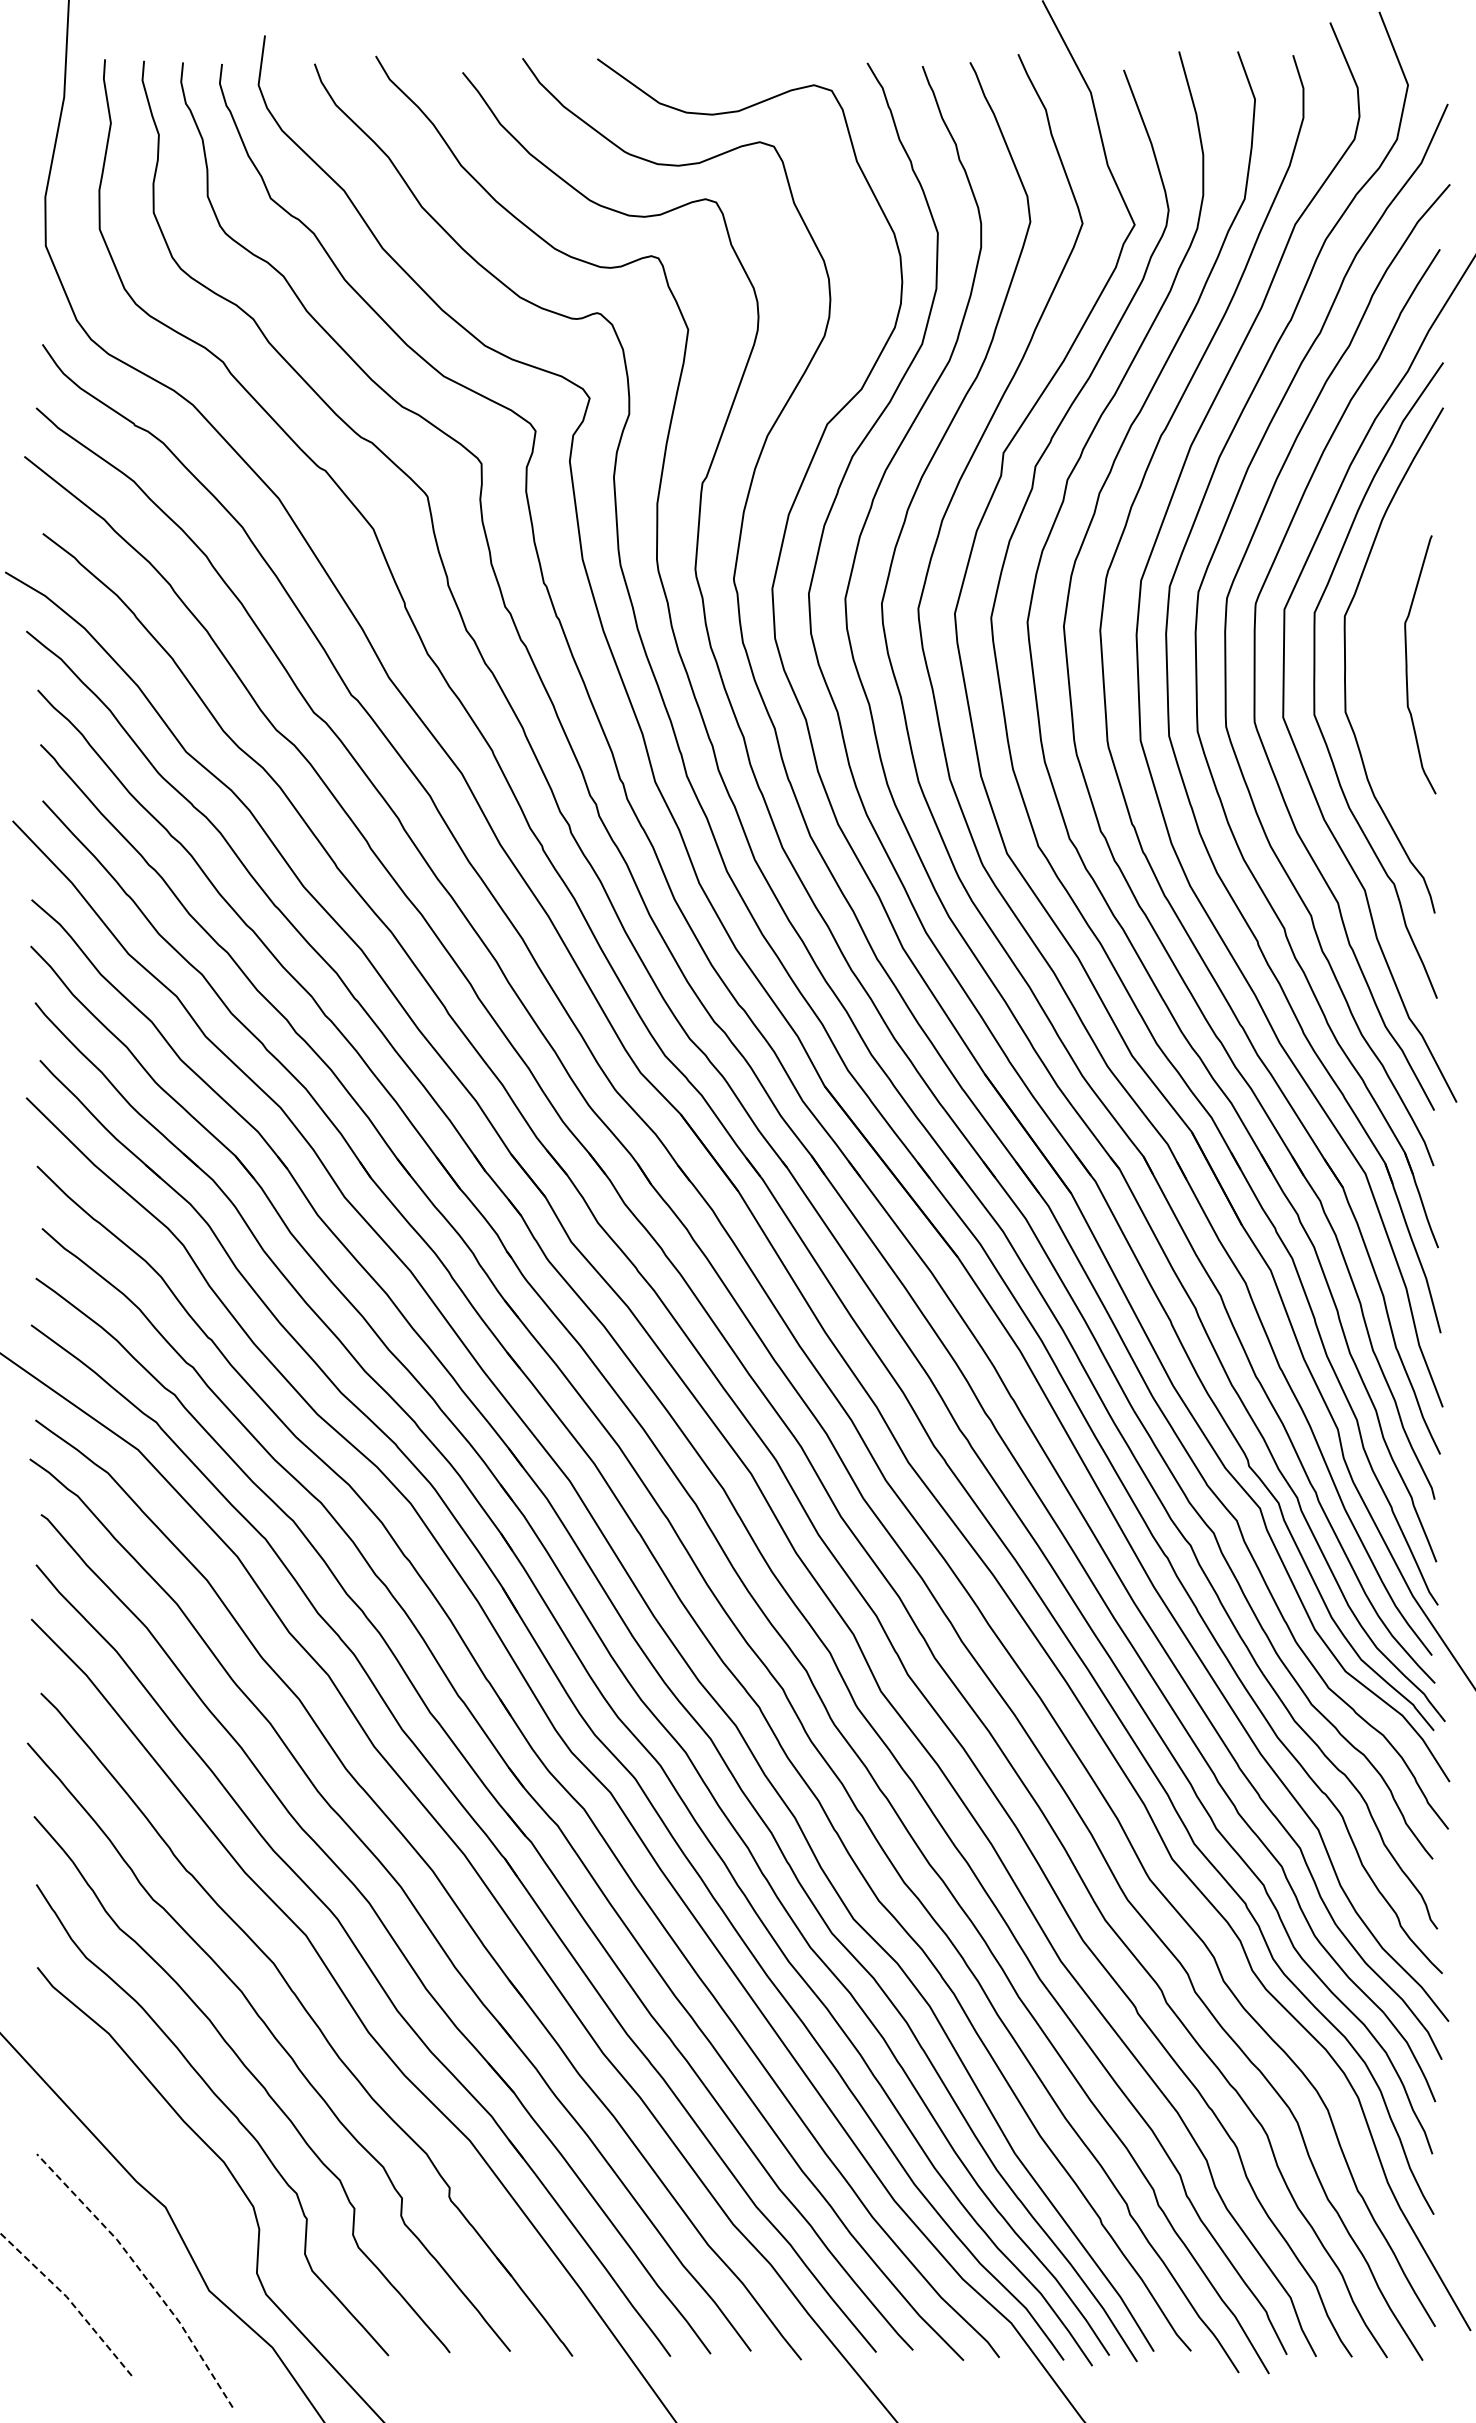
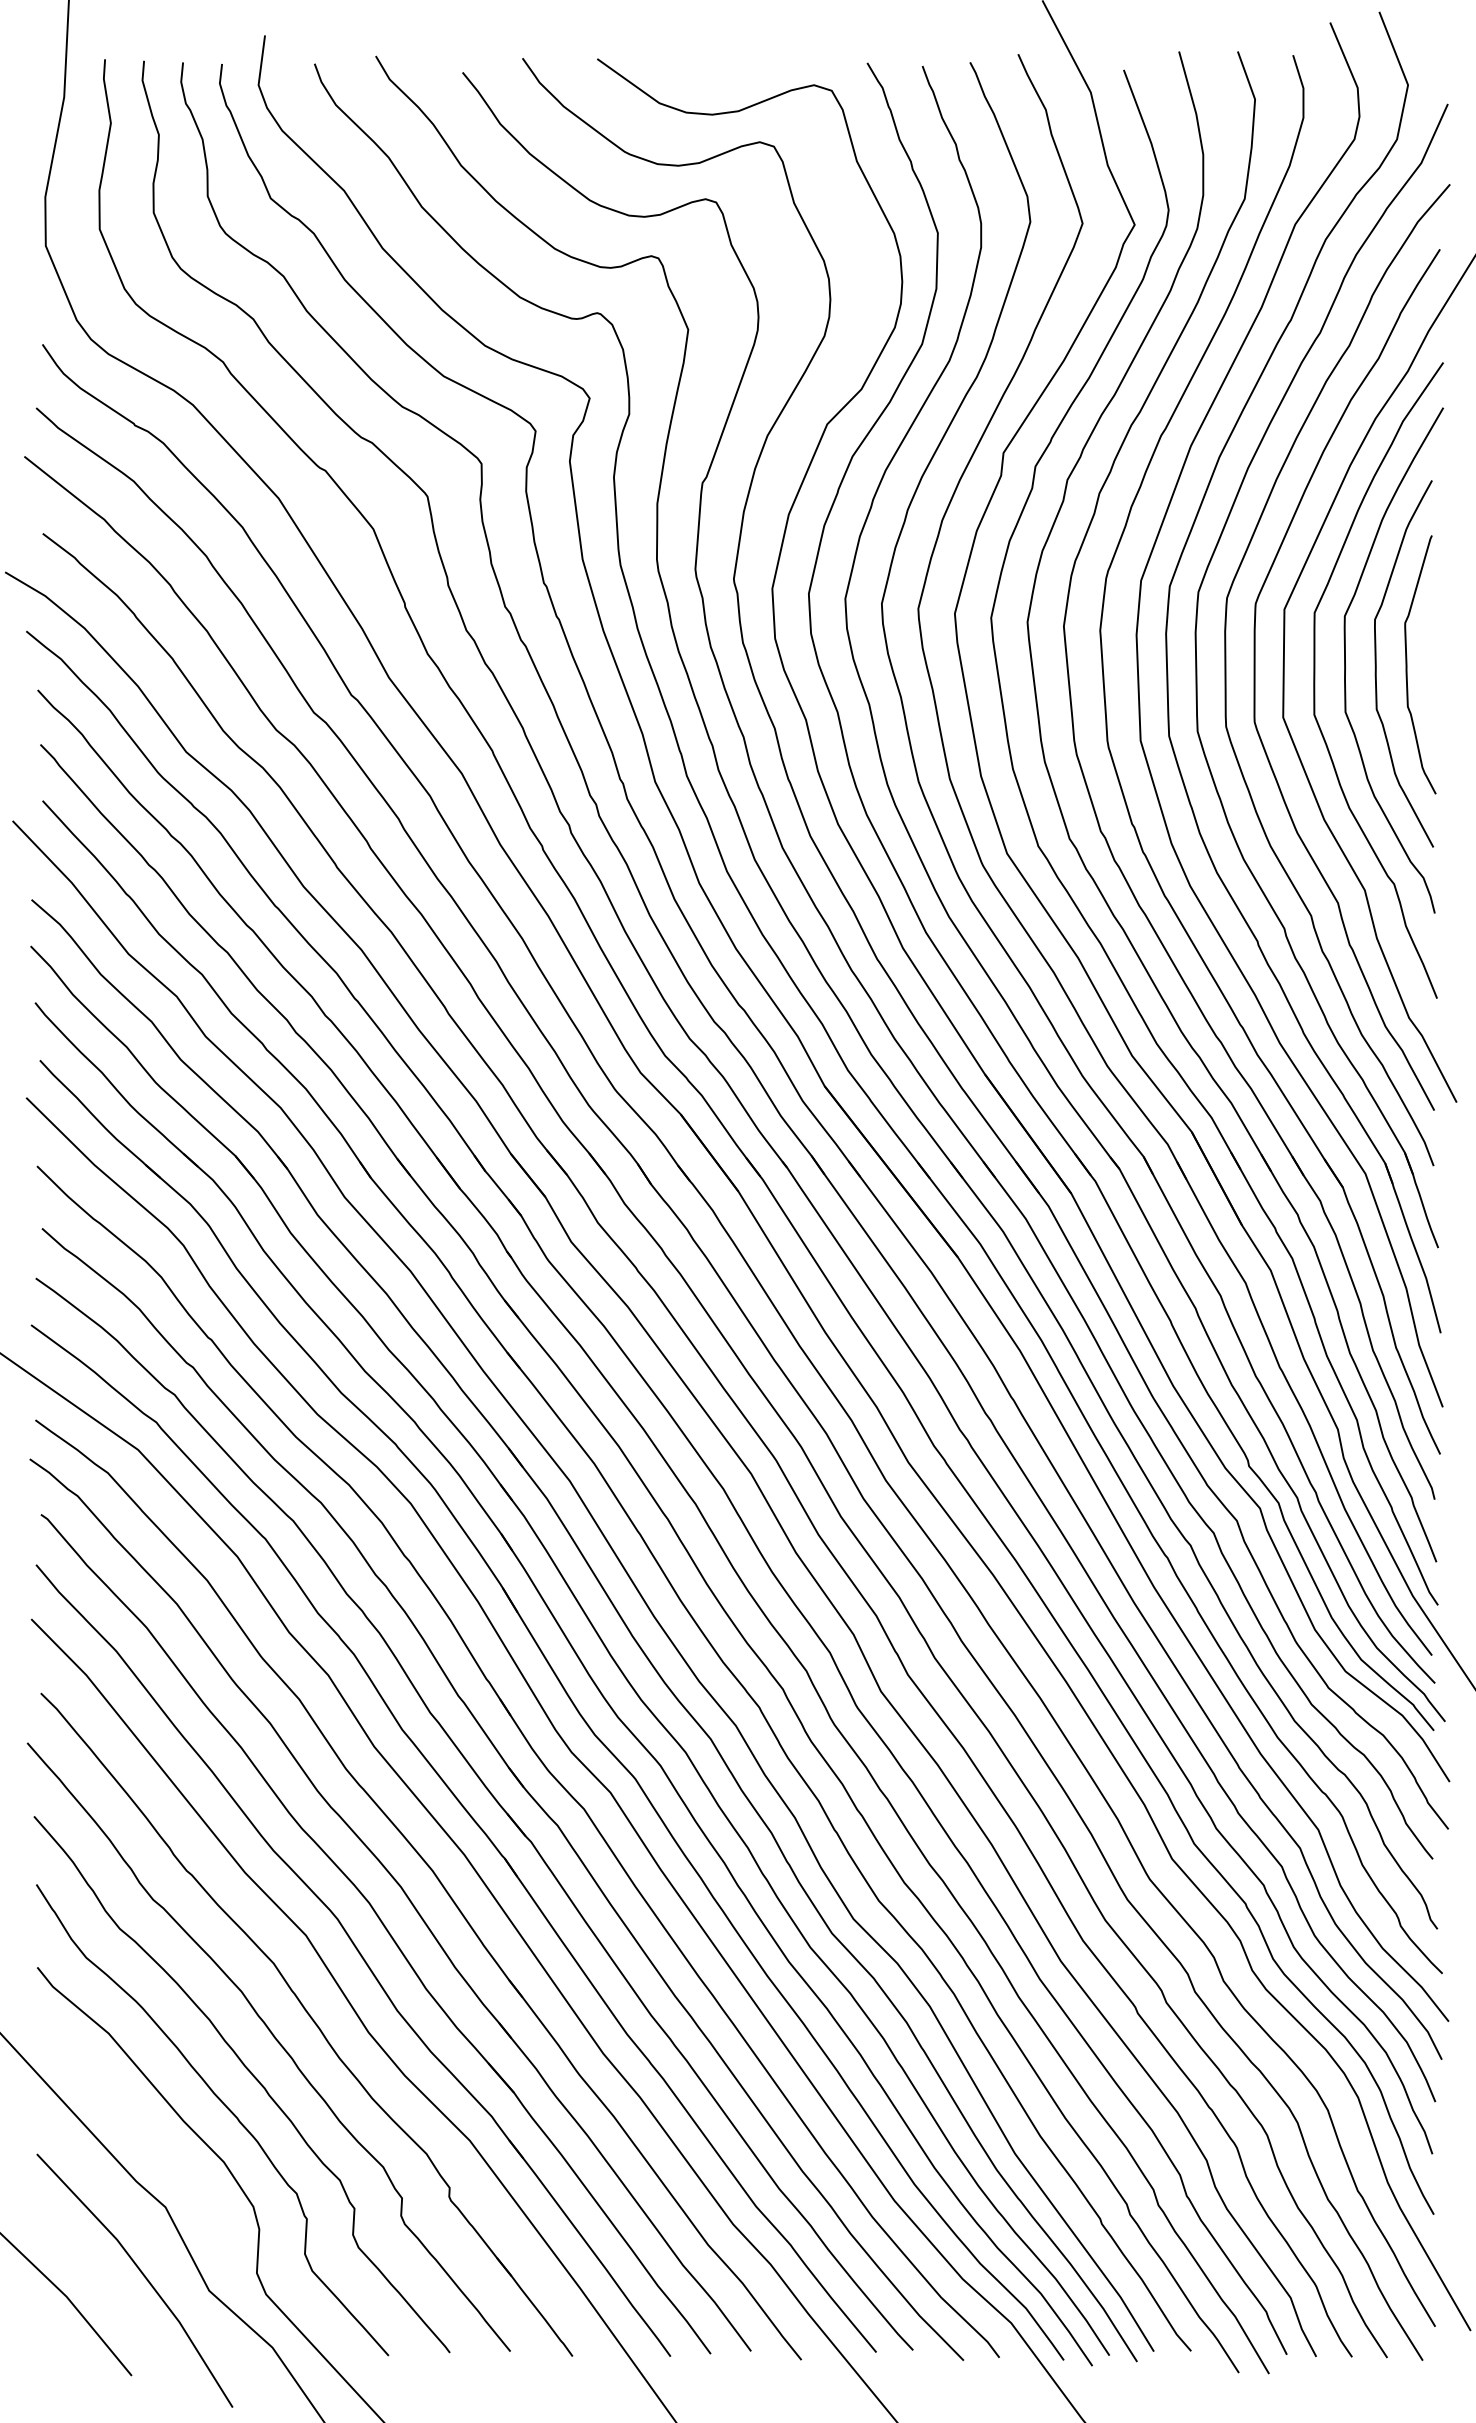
curve at (1376, 663): none -> present
line at (142, 2273): dashed -> solid
line at (69, 2300): dashed -> solid
